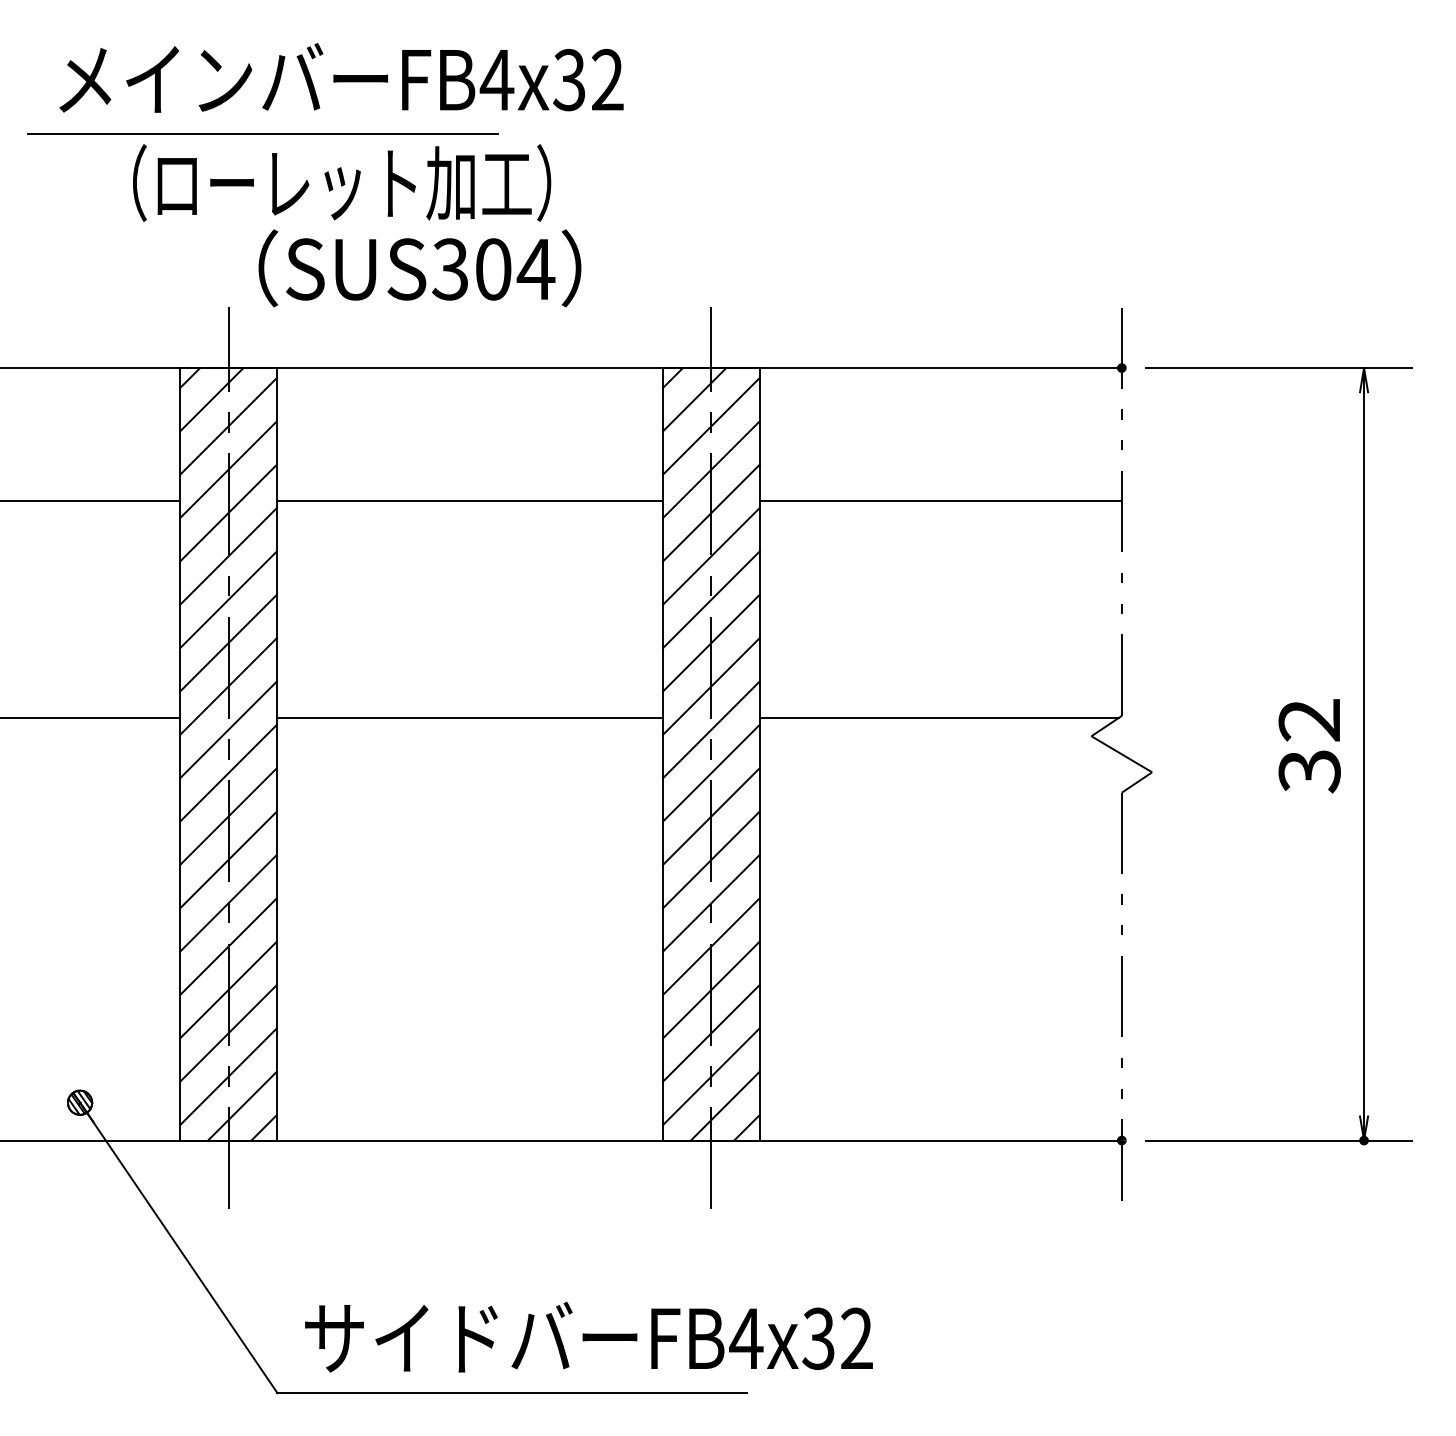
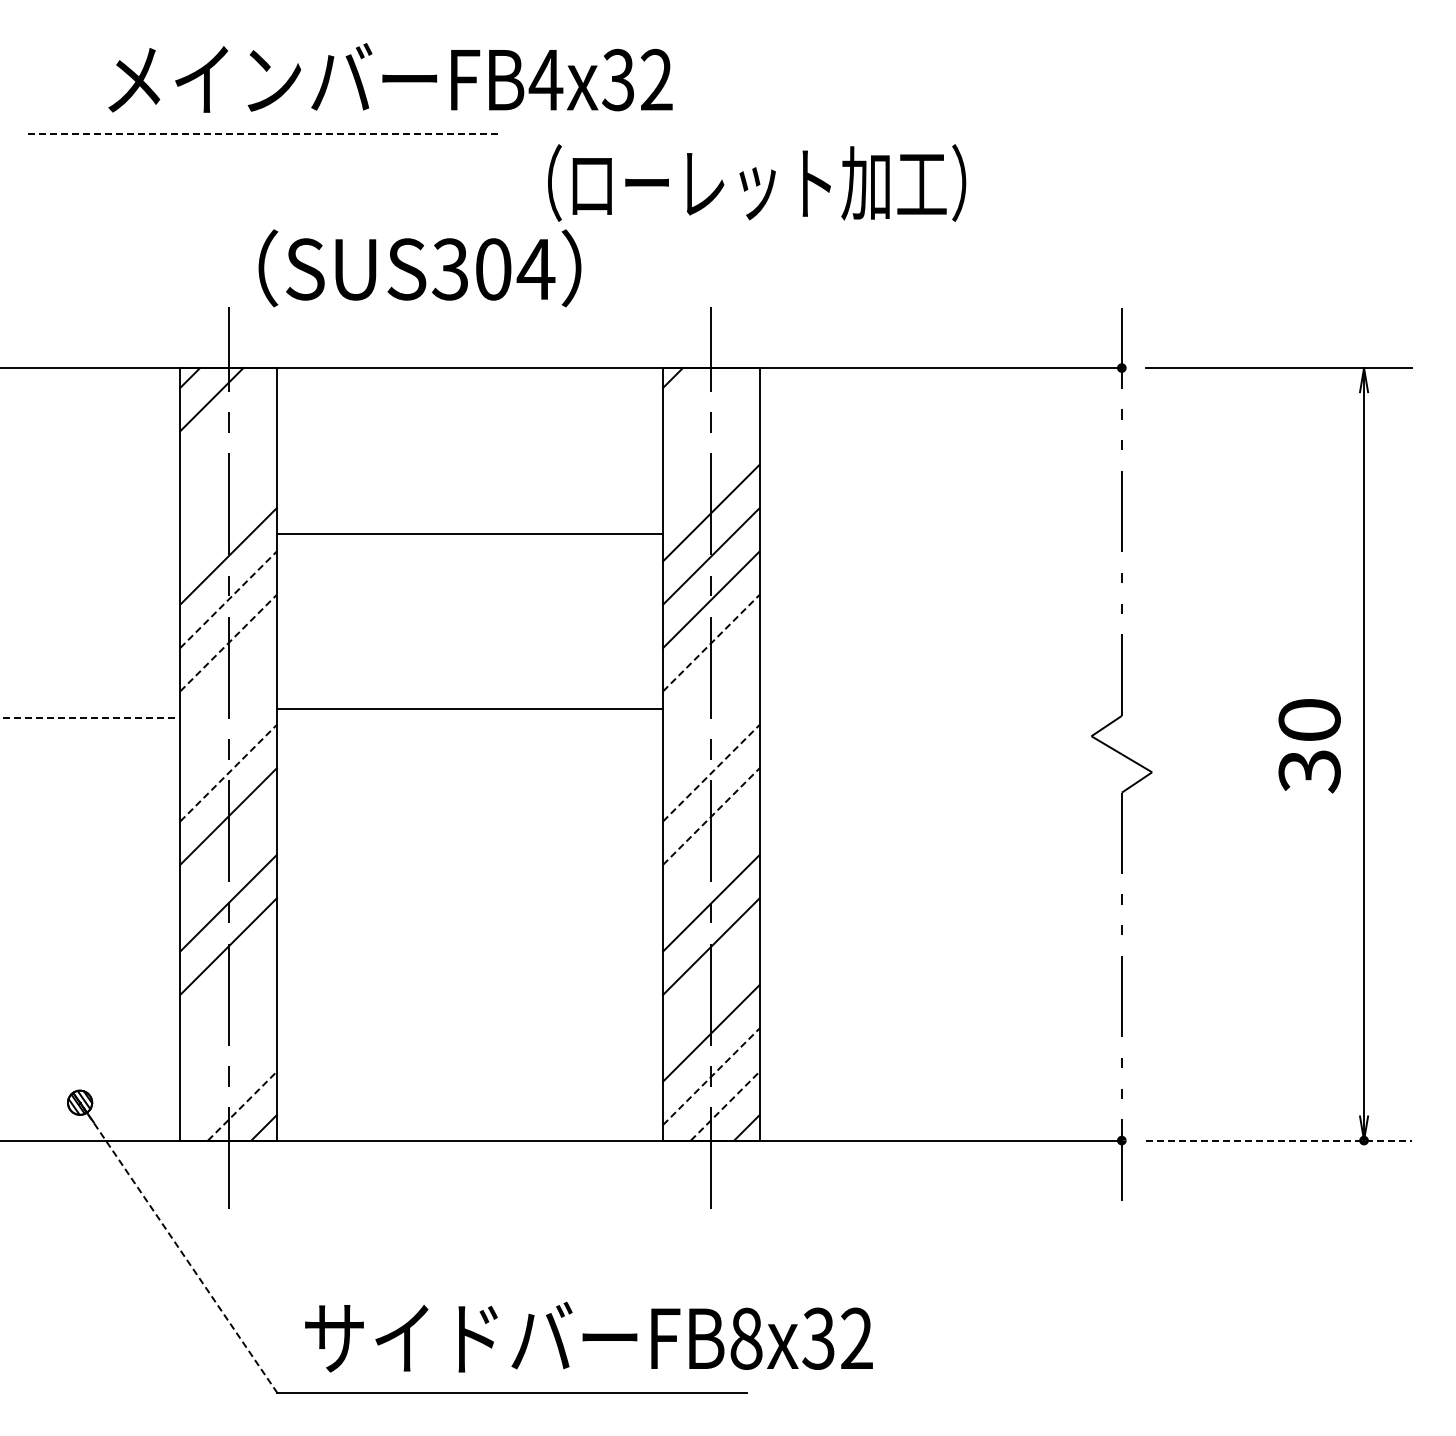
text at (341, 77) position: (341, 77) -> (390, 77)
line at (262, 134): solid -> dashed
text at (342, 182) position: (342, 182) -> (757, 182)
line at (694, 399): present -> none
line at (228, 426): present -> none
line at (711, 426): present -> none
line at (228, 469): present -> none
line at (711, 469): present -> none
line at (91, 500): present -> none
line at (469, 500) position: (469, 500) -> (469, 533)
line at (940, 500): present -> none
line at (228, 512): present -> none
line at (228, 599): solid -> dashed
line at (228, 642): solid -> dashed
line at (711, 642): solid -> dashed
line at (228, 686): present -> none
line at (711, 686): present -> none
line at (90, 718): solid -> dashed
line at (469, 718) position: (469, 718) -> (469, 709)
line at (938, 718): present -> none
text at (1309, 720): 32 -> 30
line at (228, 729): present -> none
line at (711, 729): present -> none
line at (228, 772): solid -> dashed
line at (711, 772): solid -> dashed
line at (711, 816): solid -> dashed
line at (228, 859): present -> none
line at (711, 859): present -> none
line at (228, 989): present -> none
line at (711, 989): present -> none
line at (228, 1033): present -> none
line at (228, 1076): present -> none
line at (711, 1076): solid -> dashed
line at (242, 1106): solid -> dashed
line at (725, 1106): solid -> dashed
line at (1279, 1140): solid -> dashed
line at (179, 1249): solid -> dashed
text at (746, 1338): FB4x32 -> FB8x32
